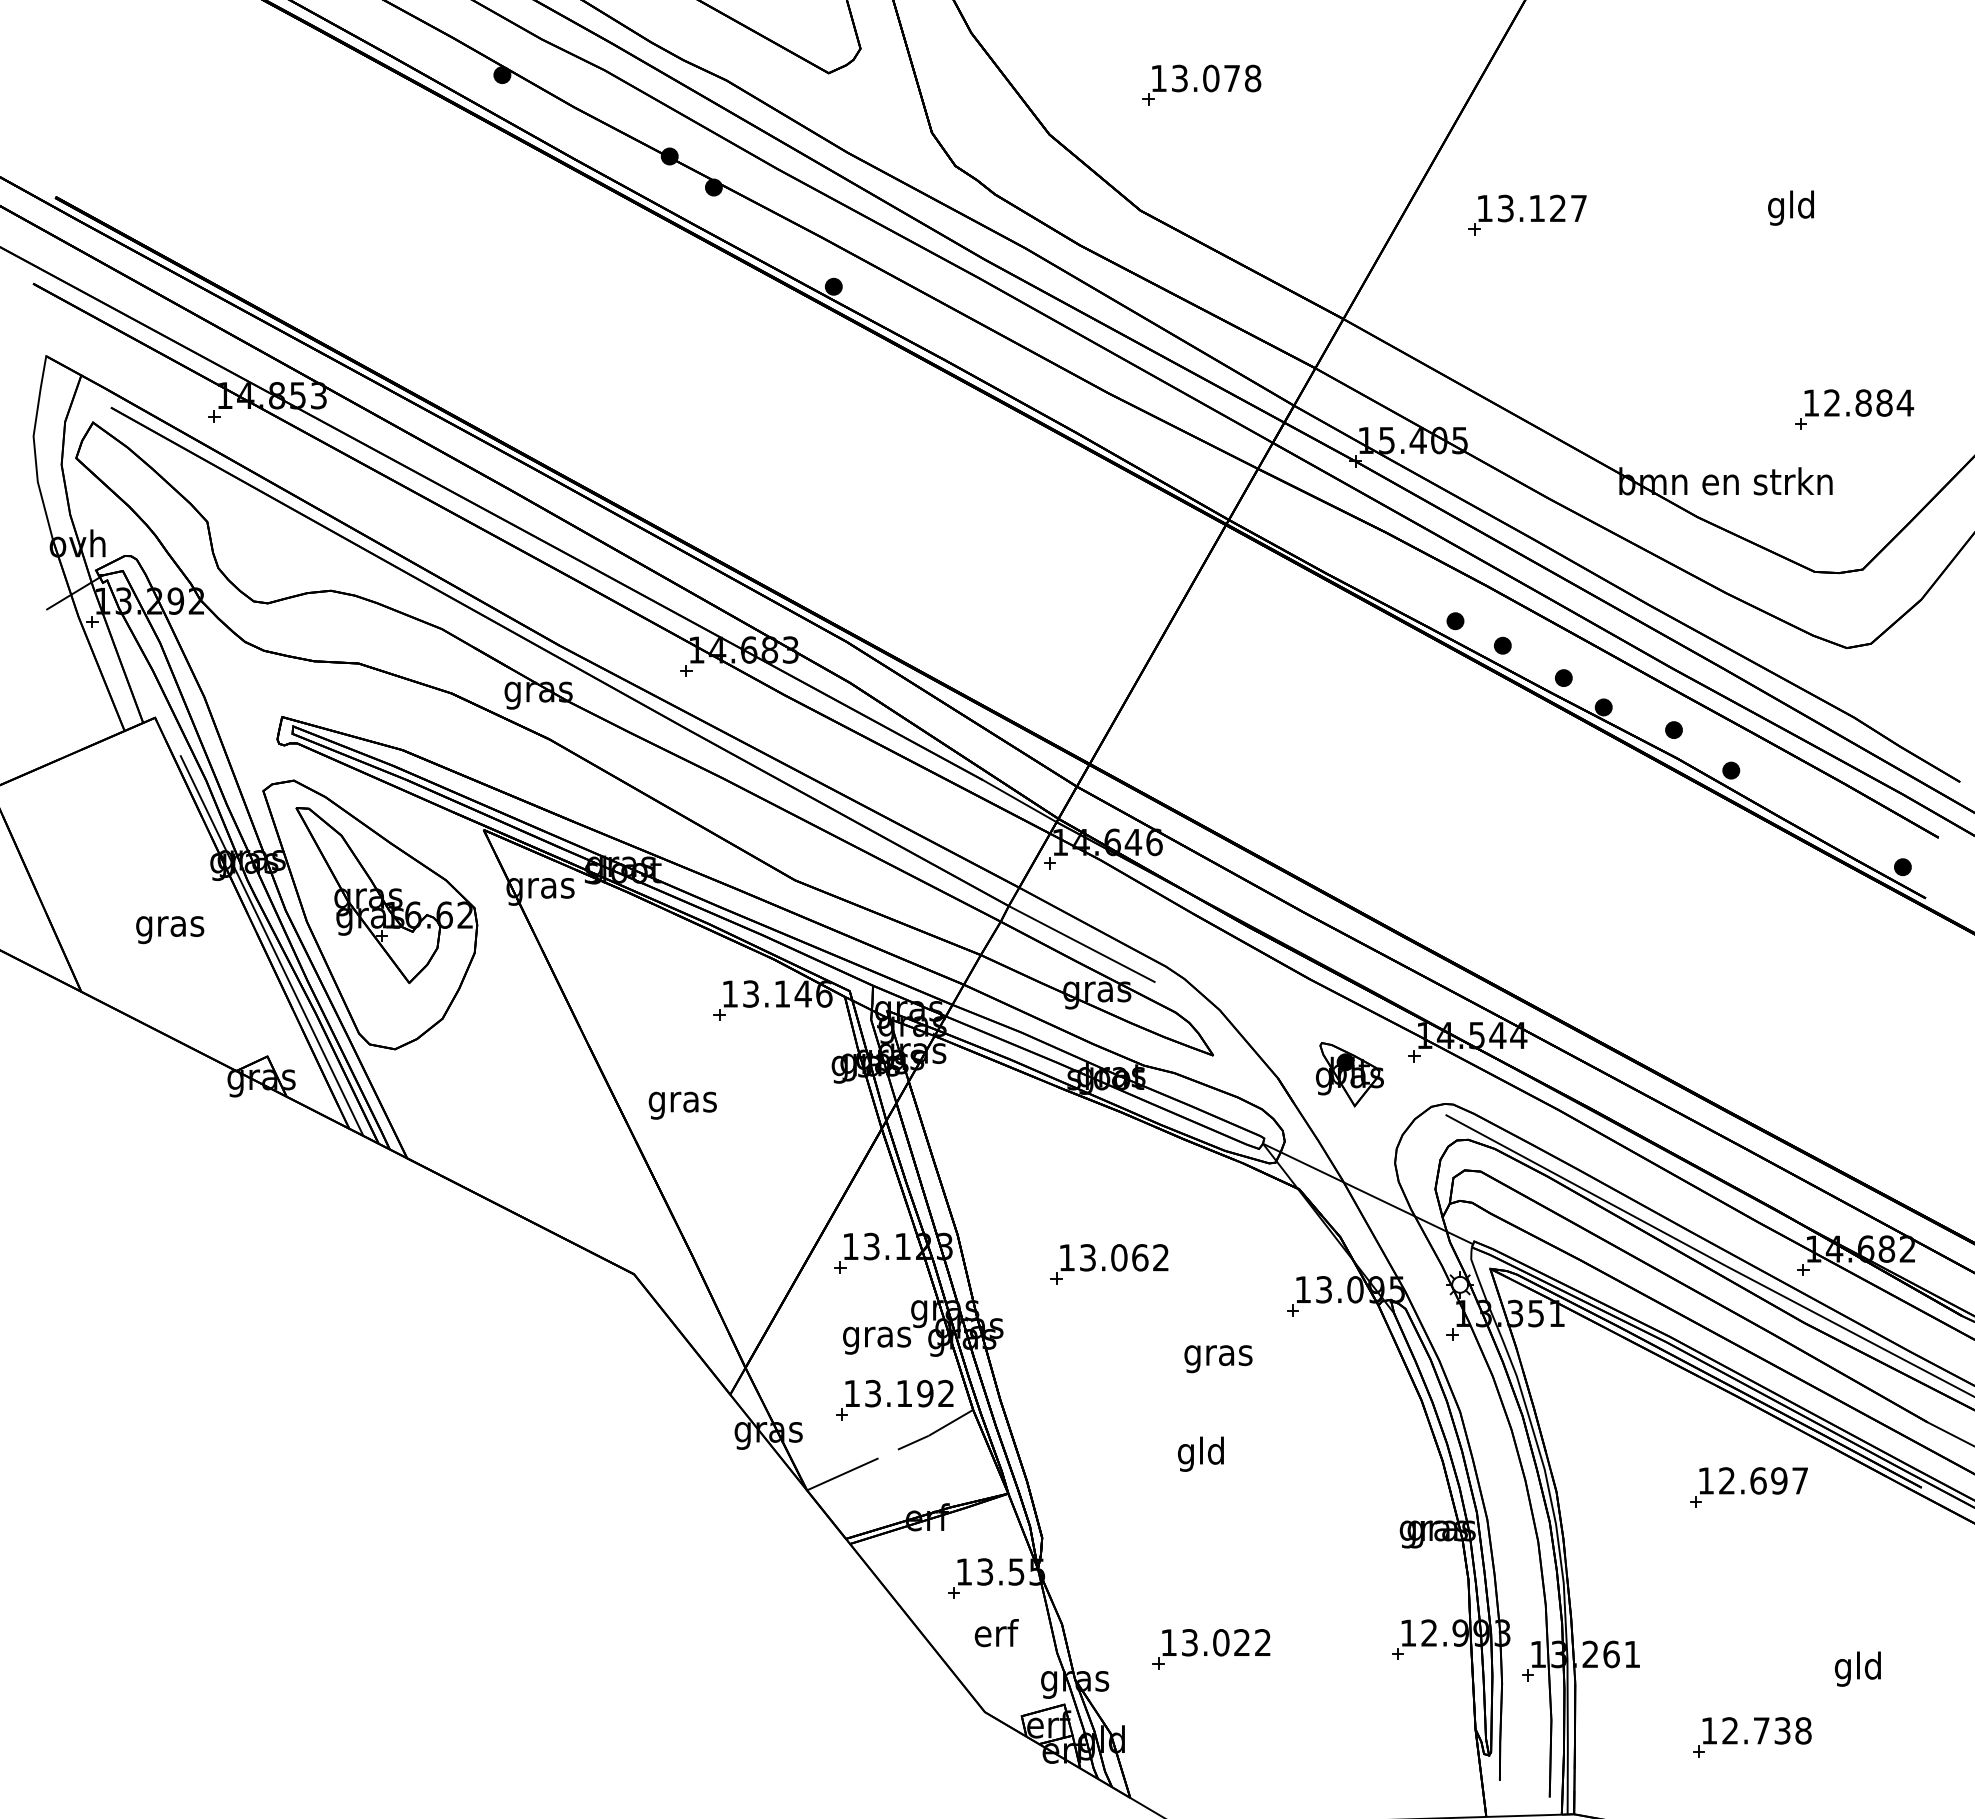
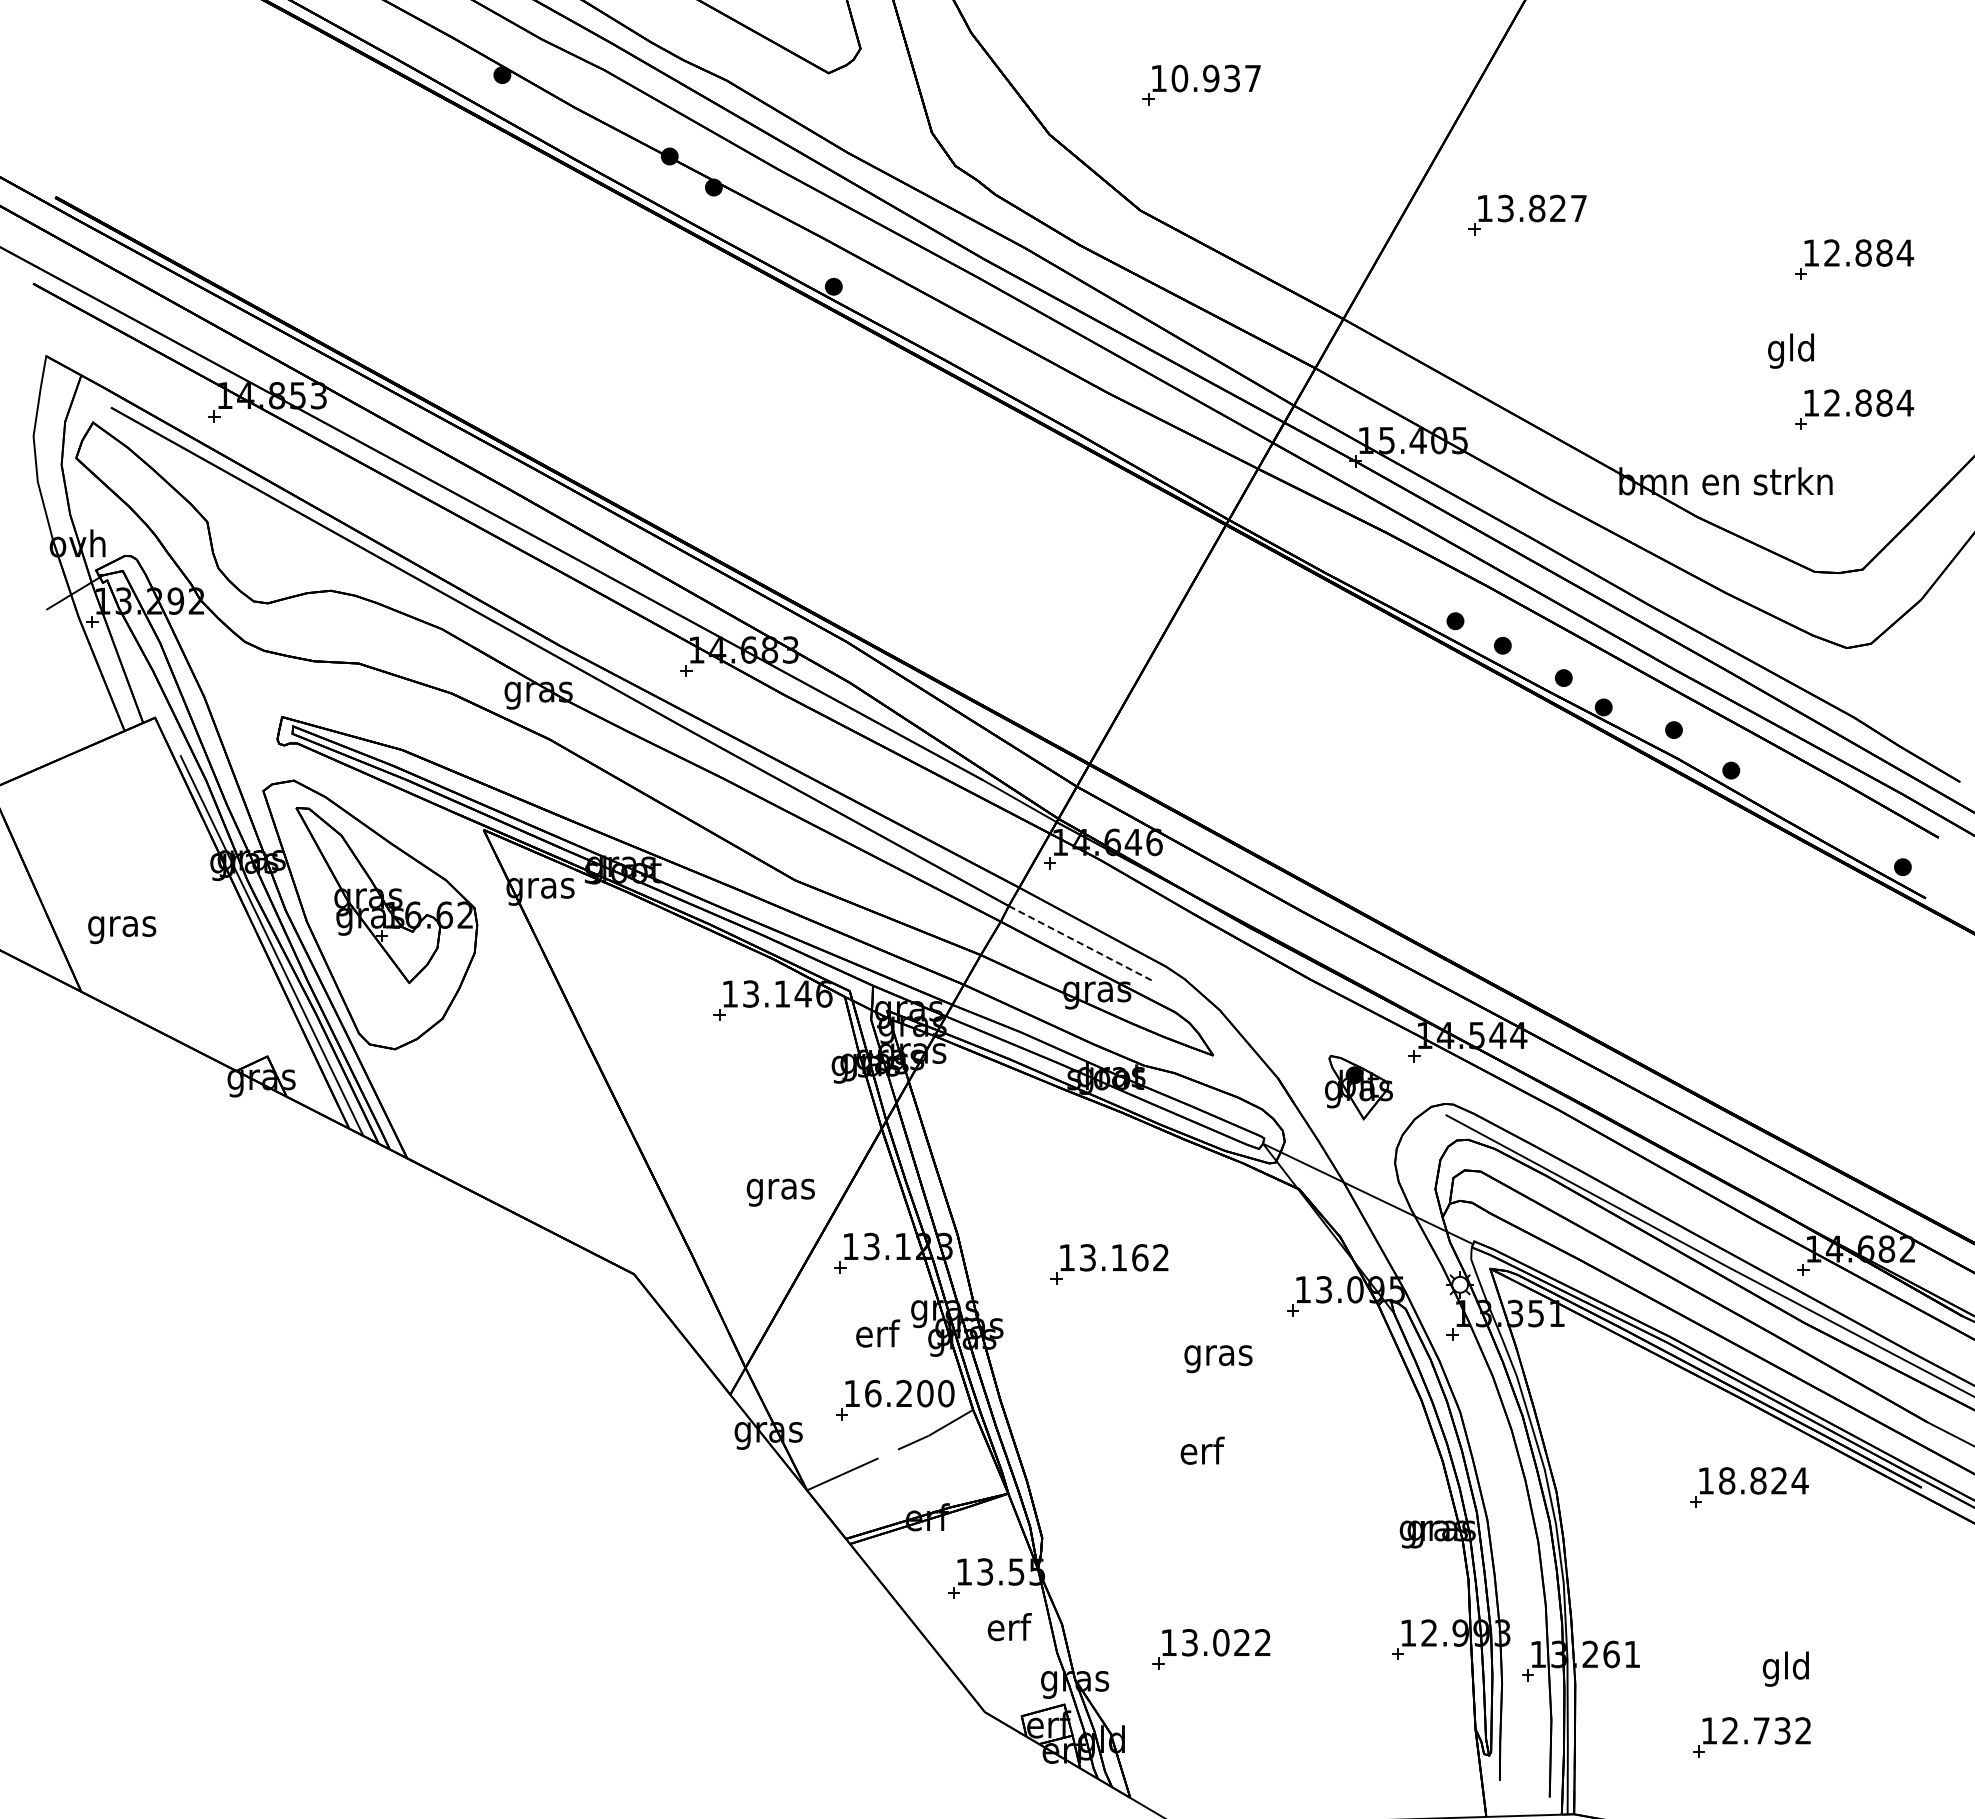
text at (1216, 78): 13.078 -> 10.937
text at (1790, 207) position: (1790, 207) -> (1790, 350)
text at (1537, 208): 13.127 -> 13.827
part at (1854, 259): none -> present
text at (170, 930) position: (170, 930) -> (122, 930)
line at (1082, 944): solid -> dashed
part at (1349, 1074) position: (1349, 1074) -> (1358, 1087)
text at (682, 1105) position: (682, 1105) -> (780, 1192)
text at (1119, 1257): 13.062 -> 13.162
text at (877, 1336): gras -> erf
text at (909, 1393): 13.192 -> 16.200
text at (1200, 1453): gld -> erf
text at (1763, 1480): 12.697 -> 18.824
text at (996, 1633) position: (996, 1633) -> (1009, 1627)
text at (1857, 1668) position: (1857, 1668) -> (1785, 1668)
text at (1803, 1730): 12.738 -> 12.732
